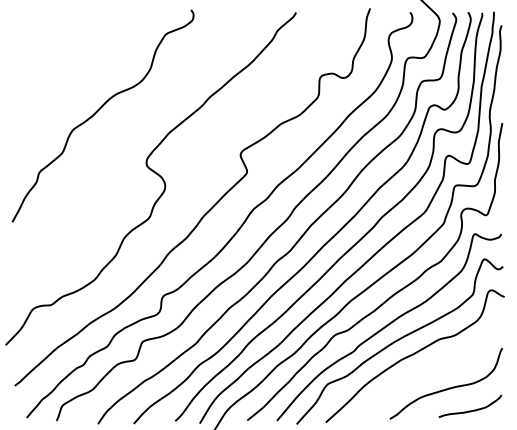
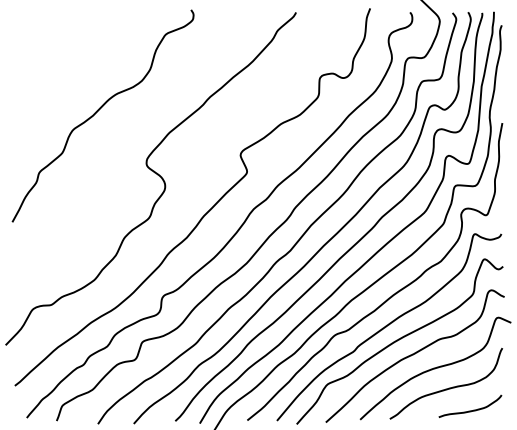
curve at (435, 368): none -> present
